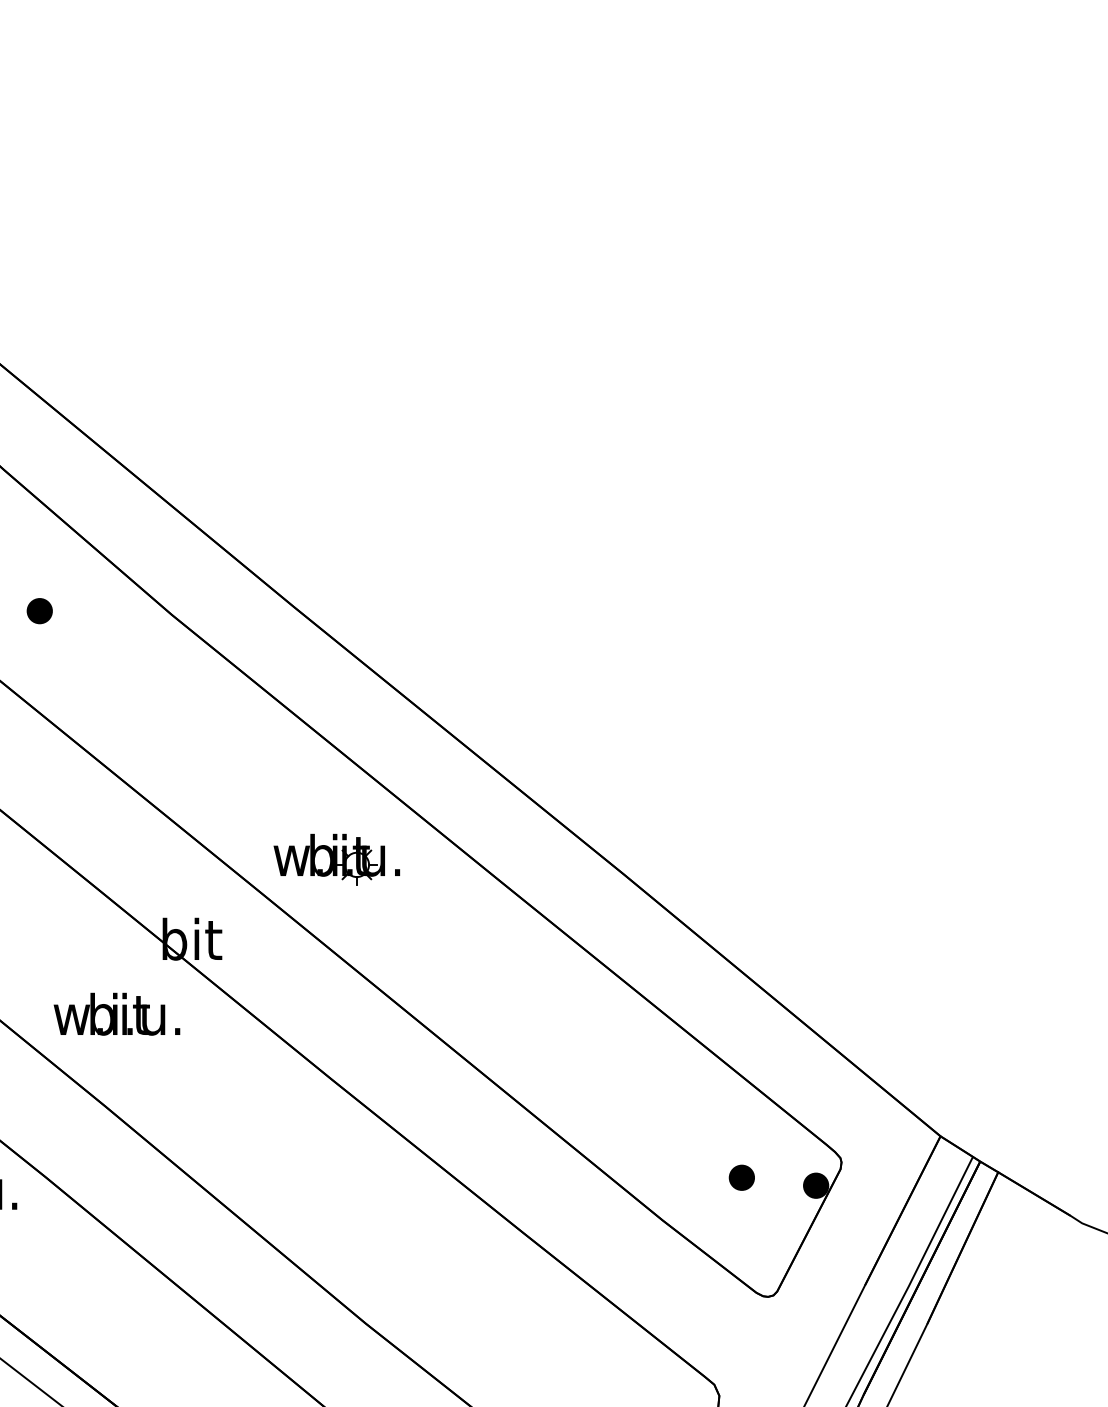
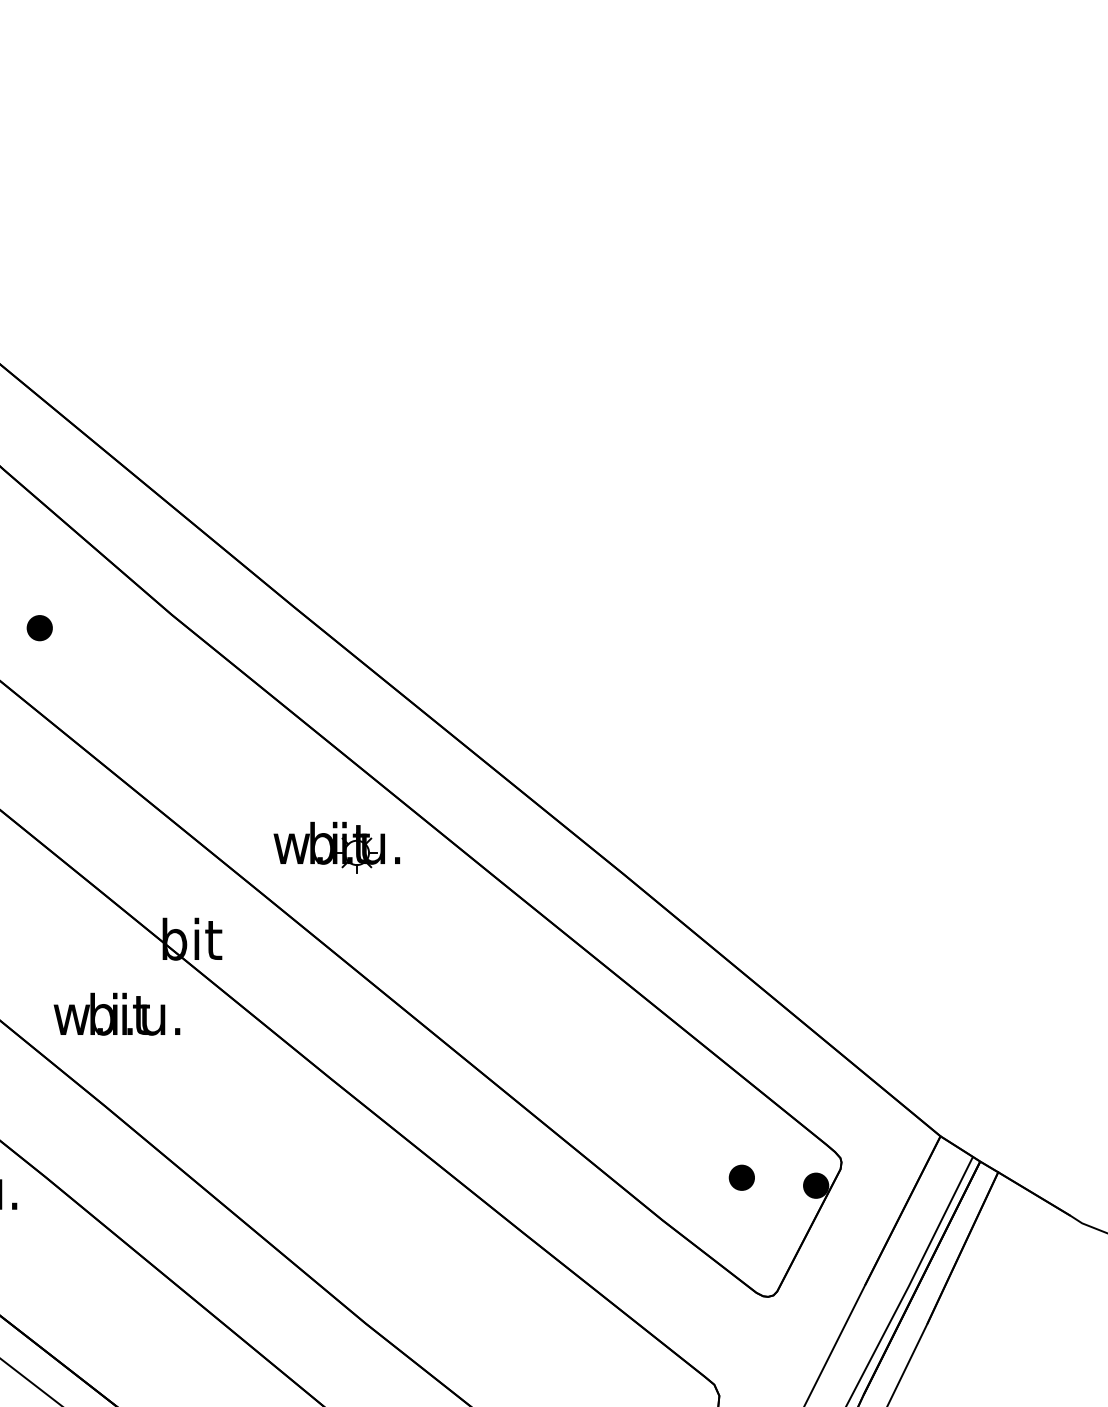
part at (39, 611) position: (39, 611) -> (39, 628)
part at (336, 859) position: (336, 859) -> (336, 847)
